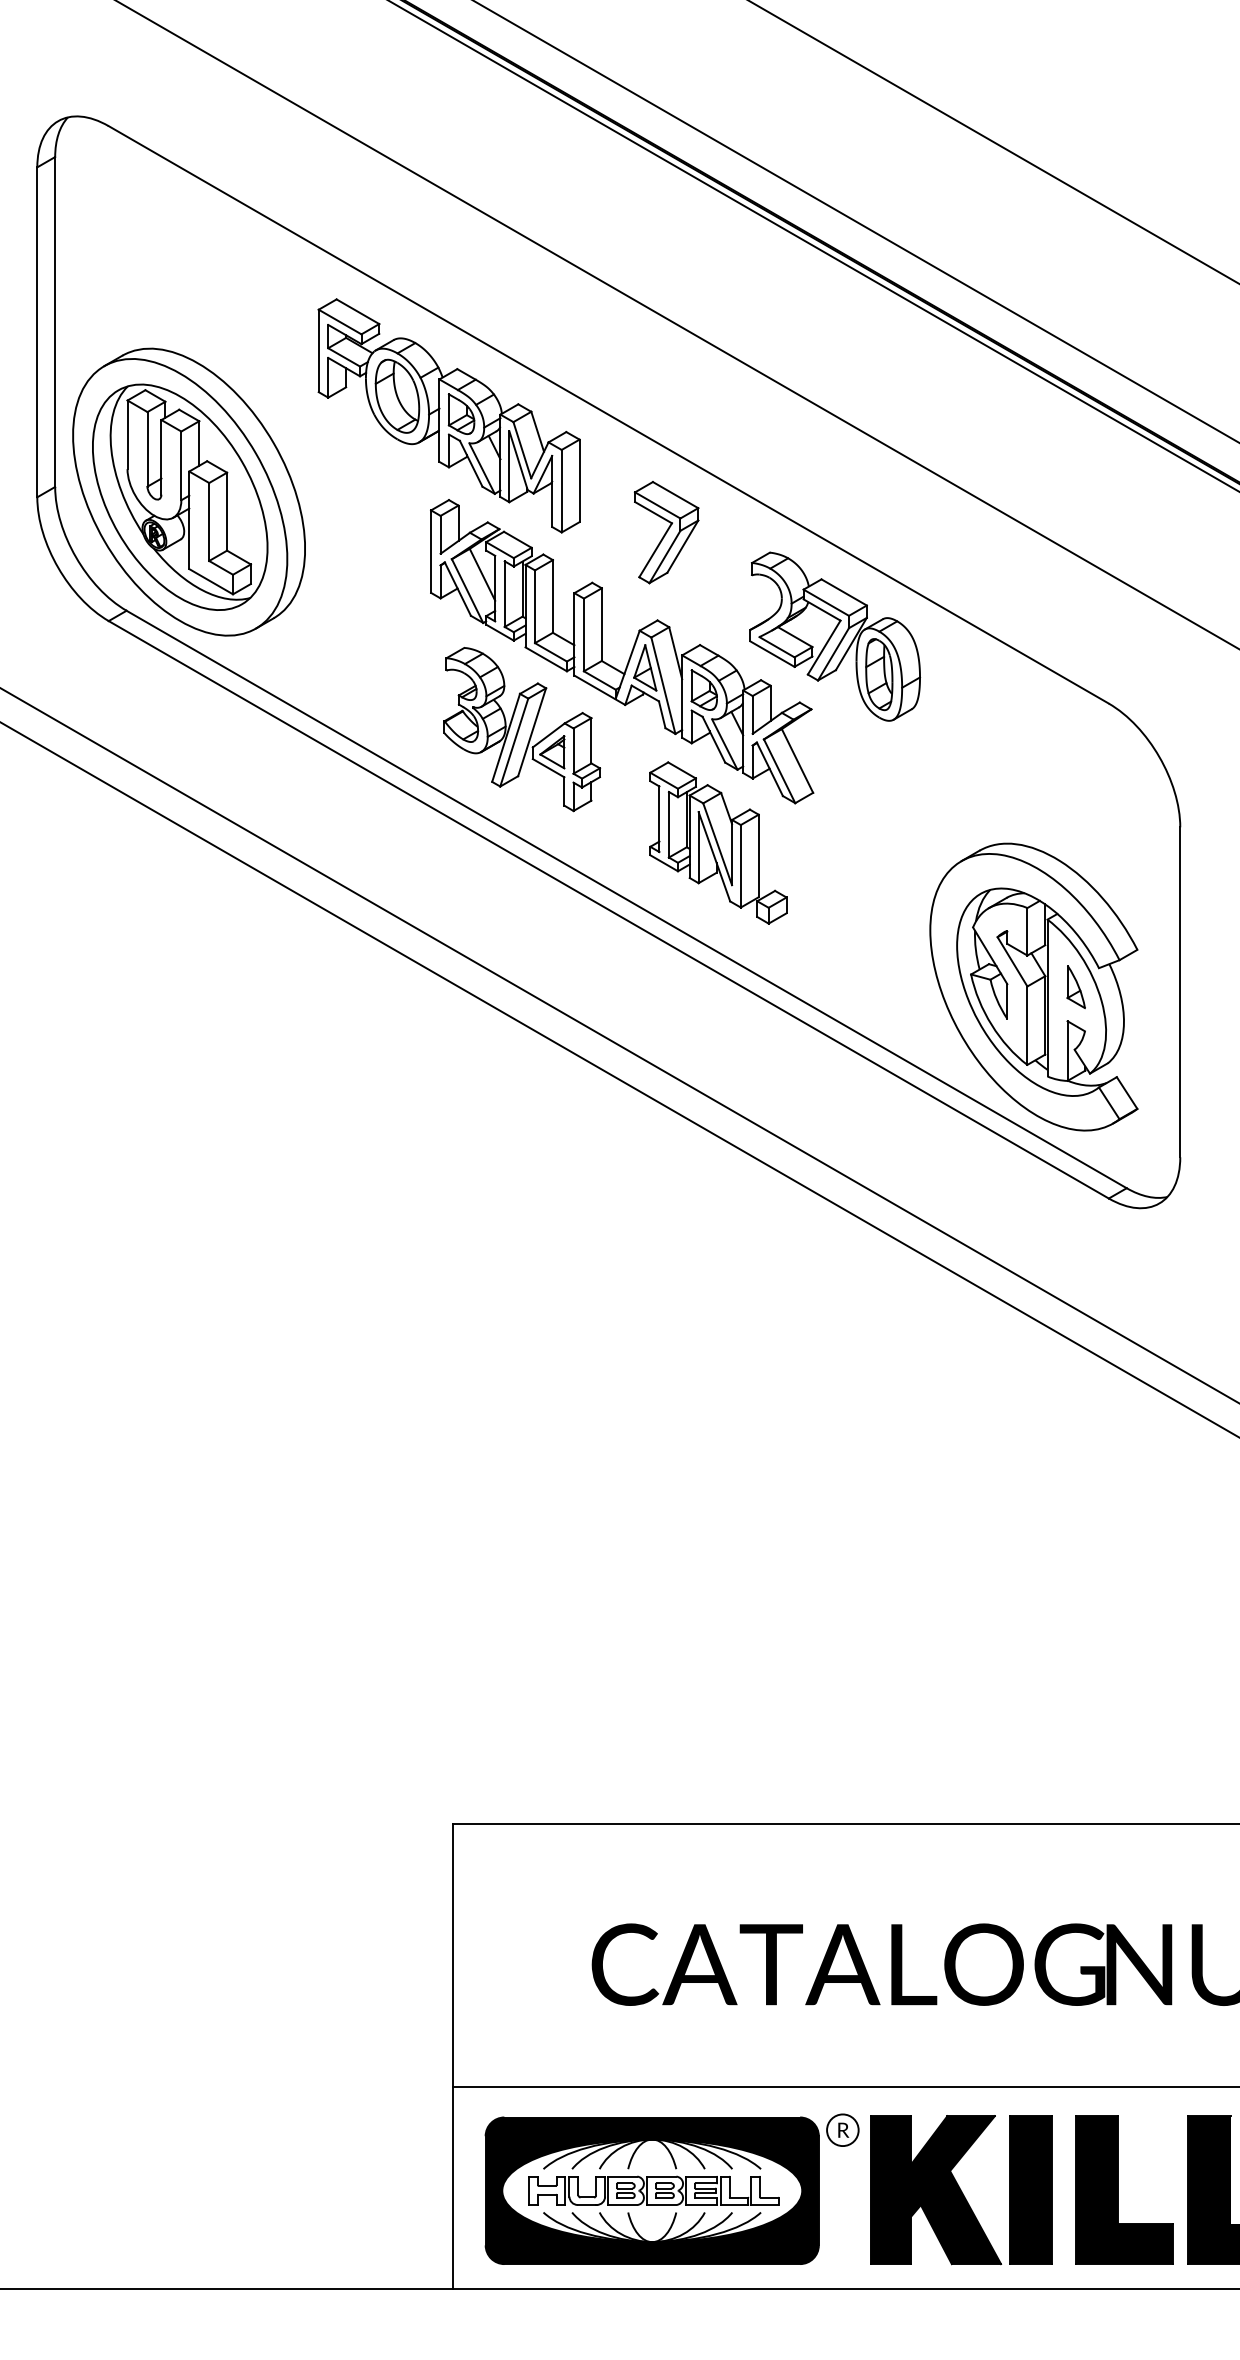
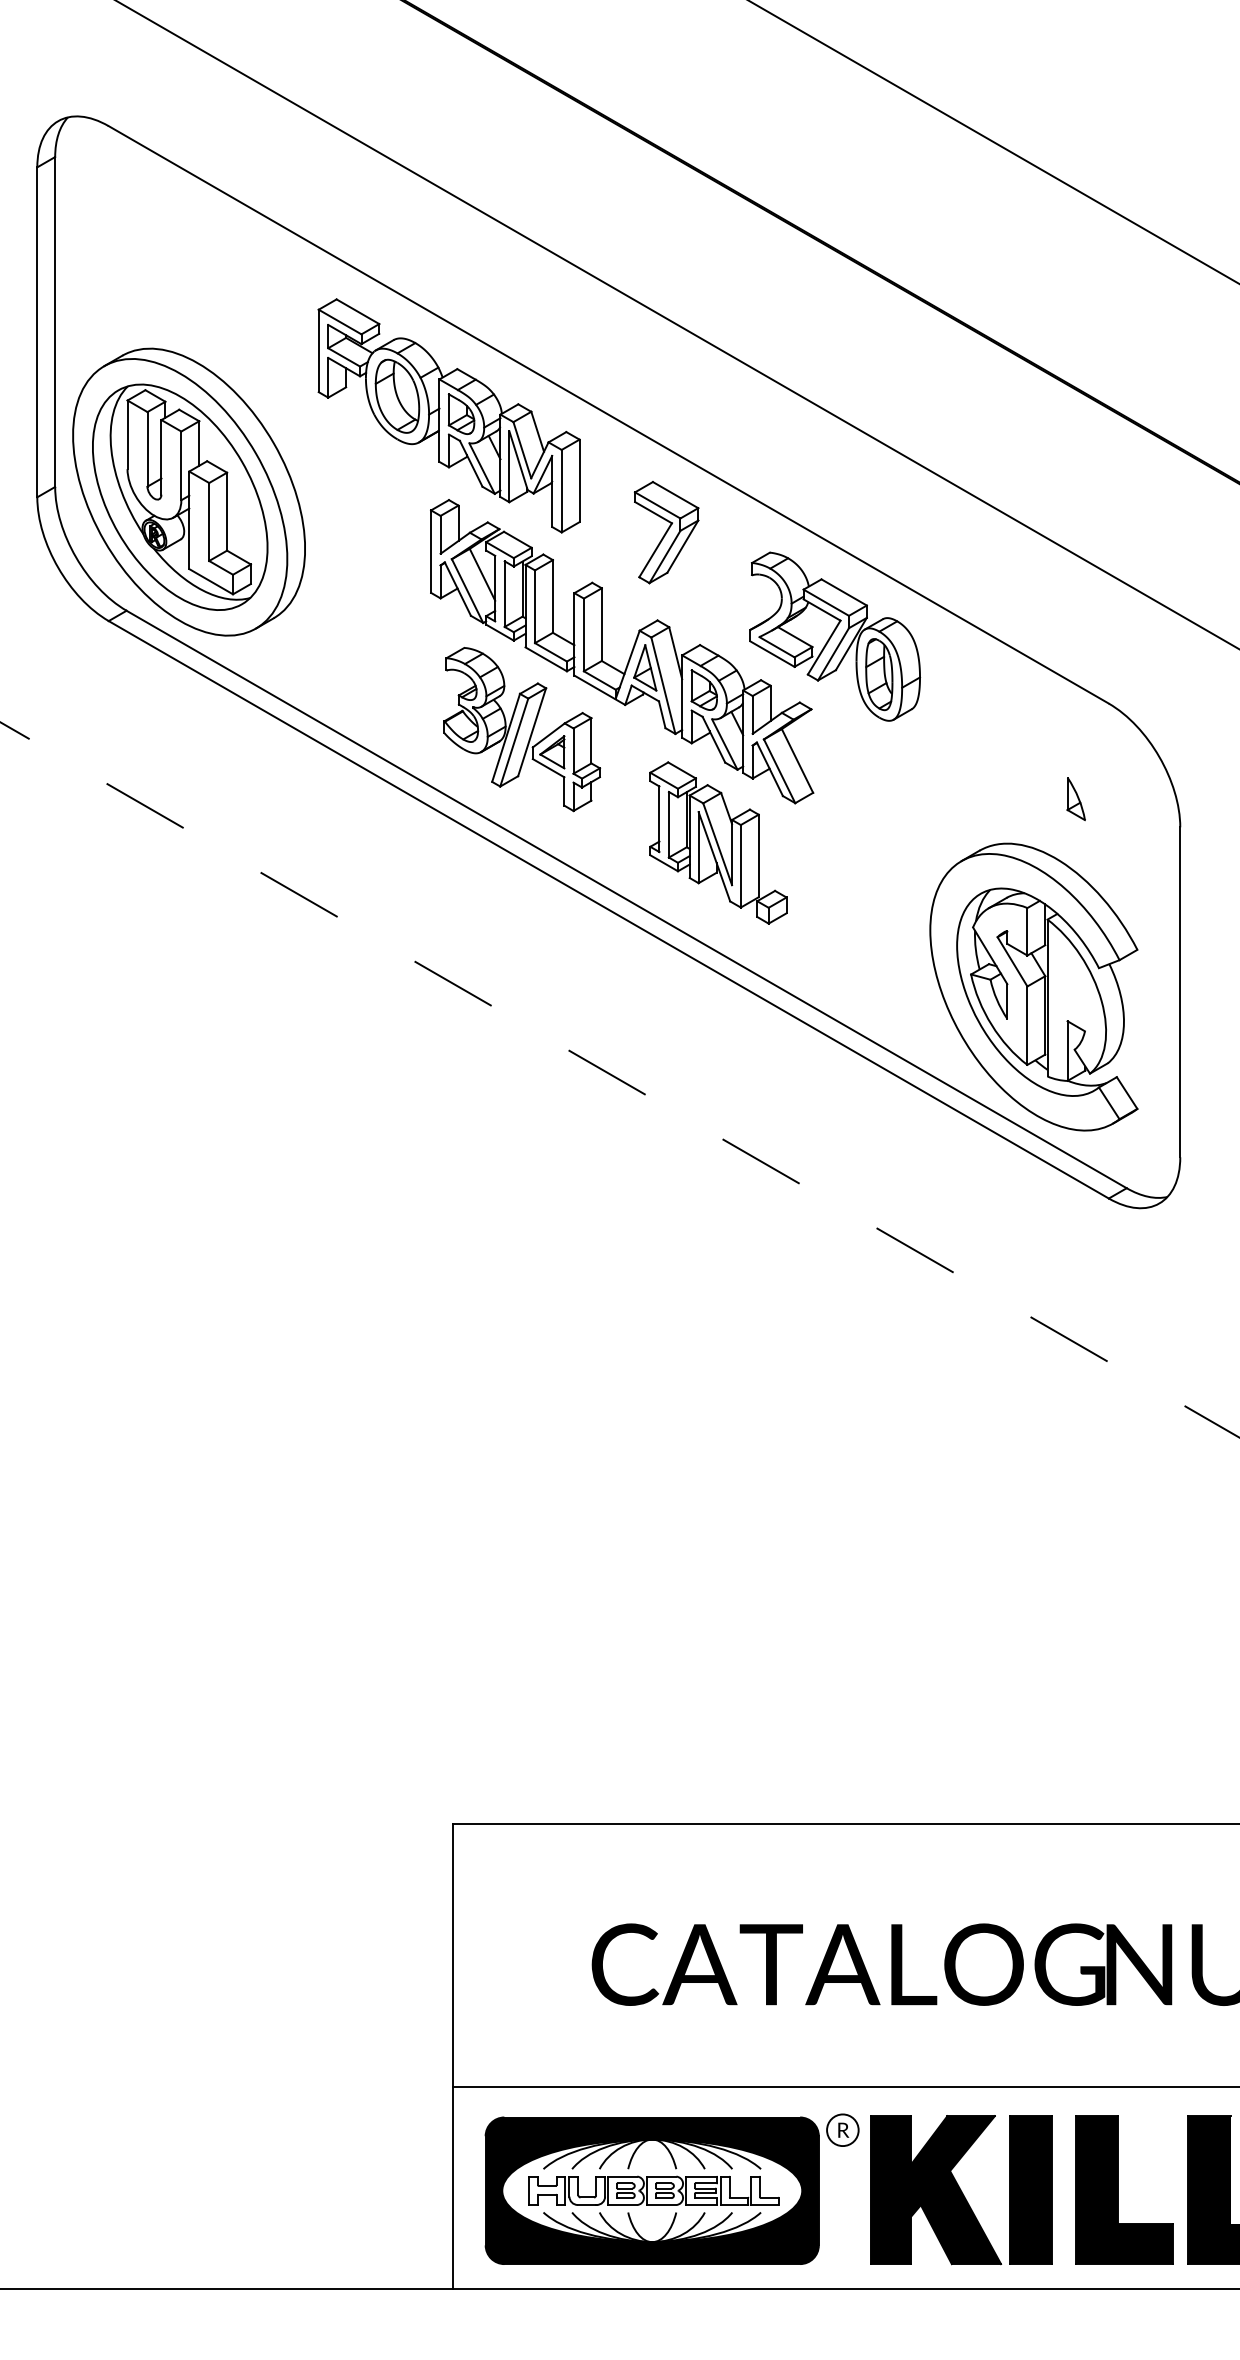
line at (856, 221): present -> none
line at (813, 246): present -> none
part at (1075, 987) position: (1075, 987) -> (1075, 799)
line at (619, 1045): present -> none
line at (619, 1079): solid -> dashed
